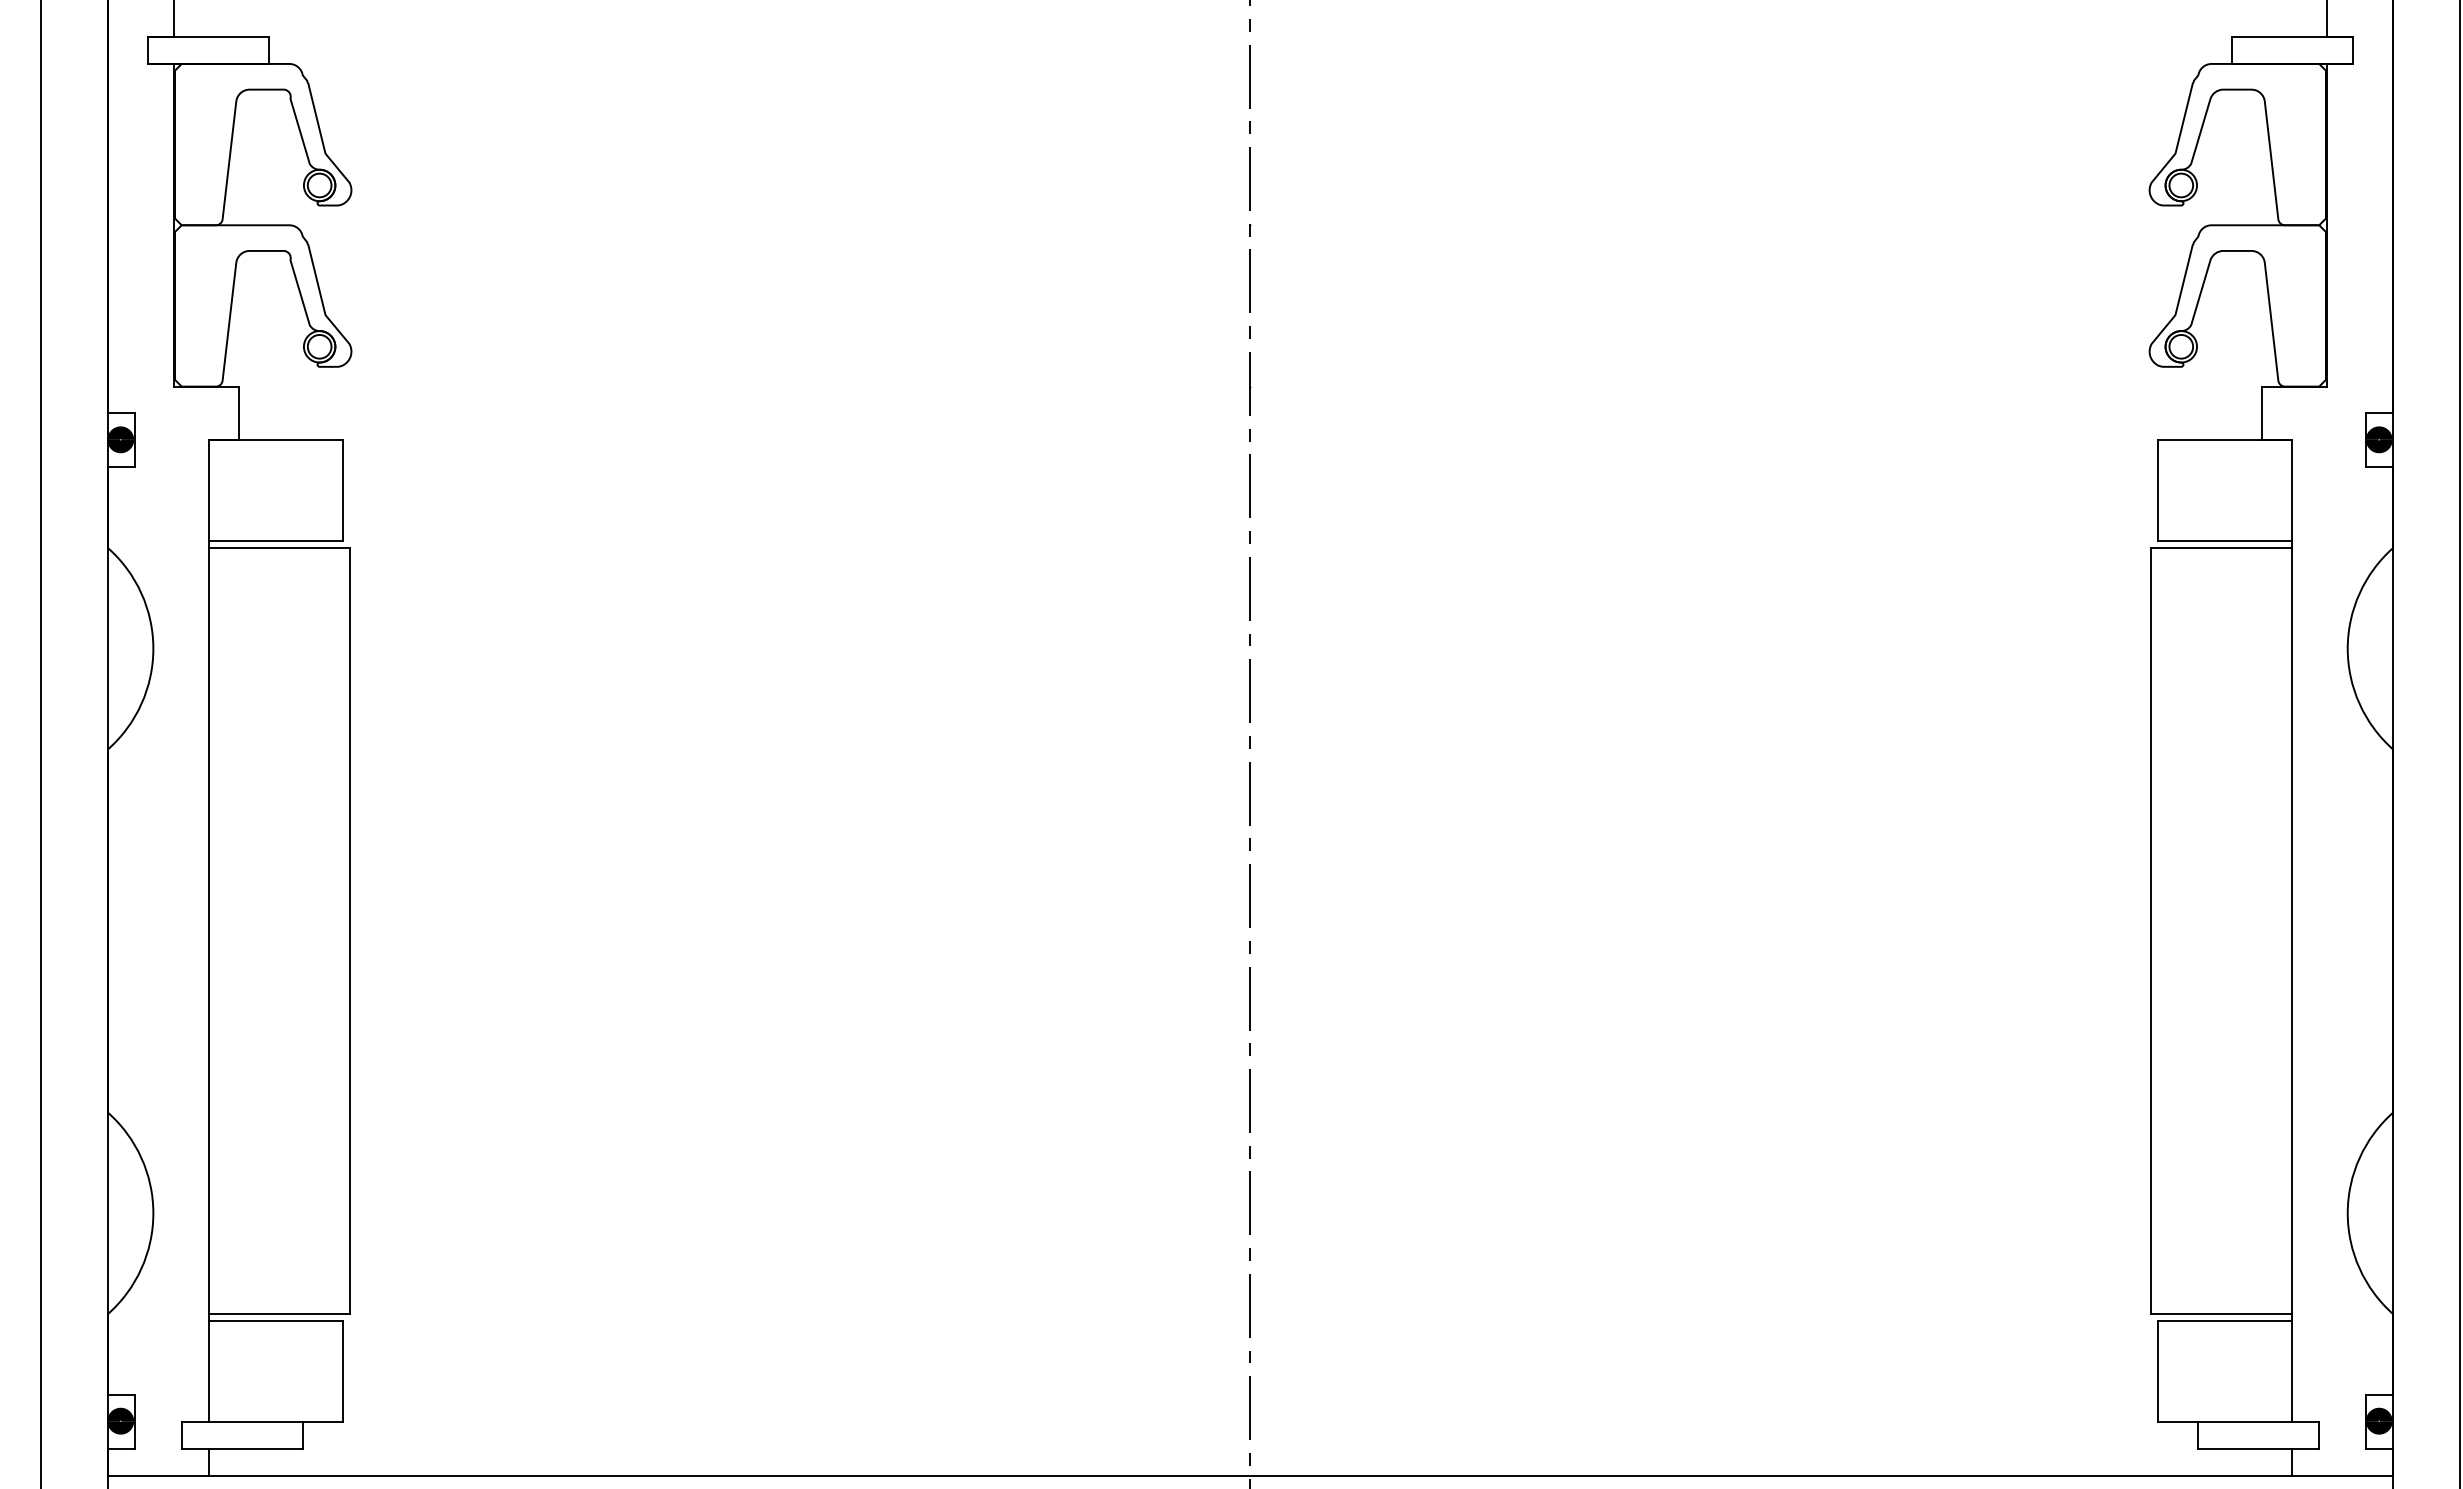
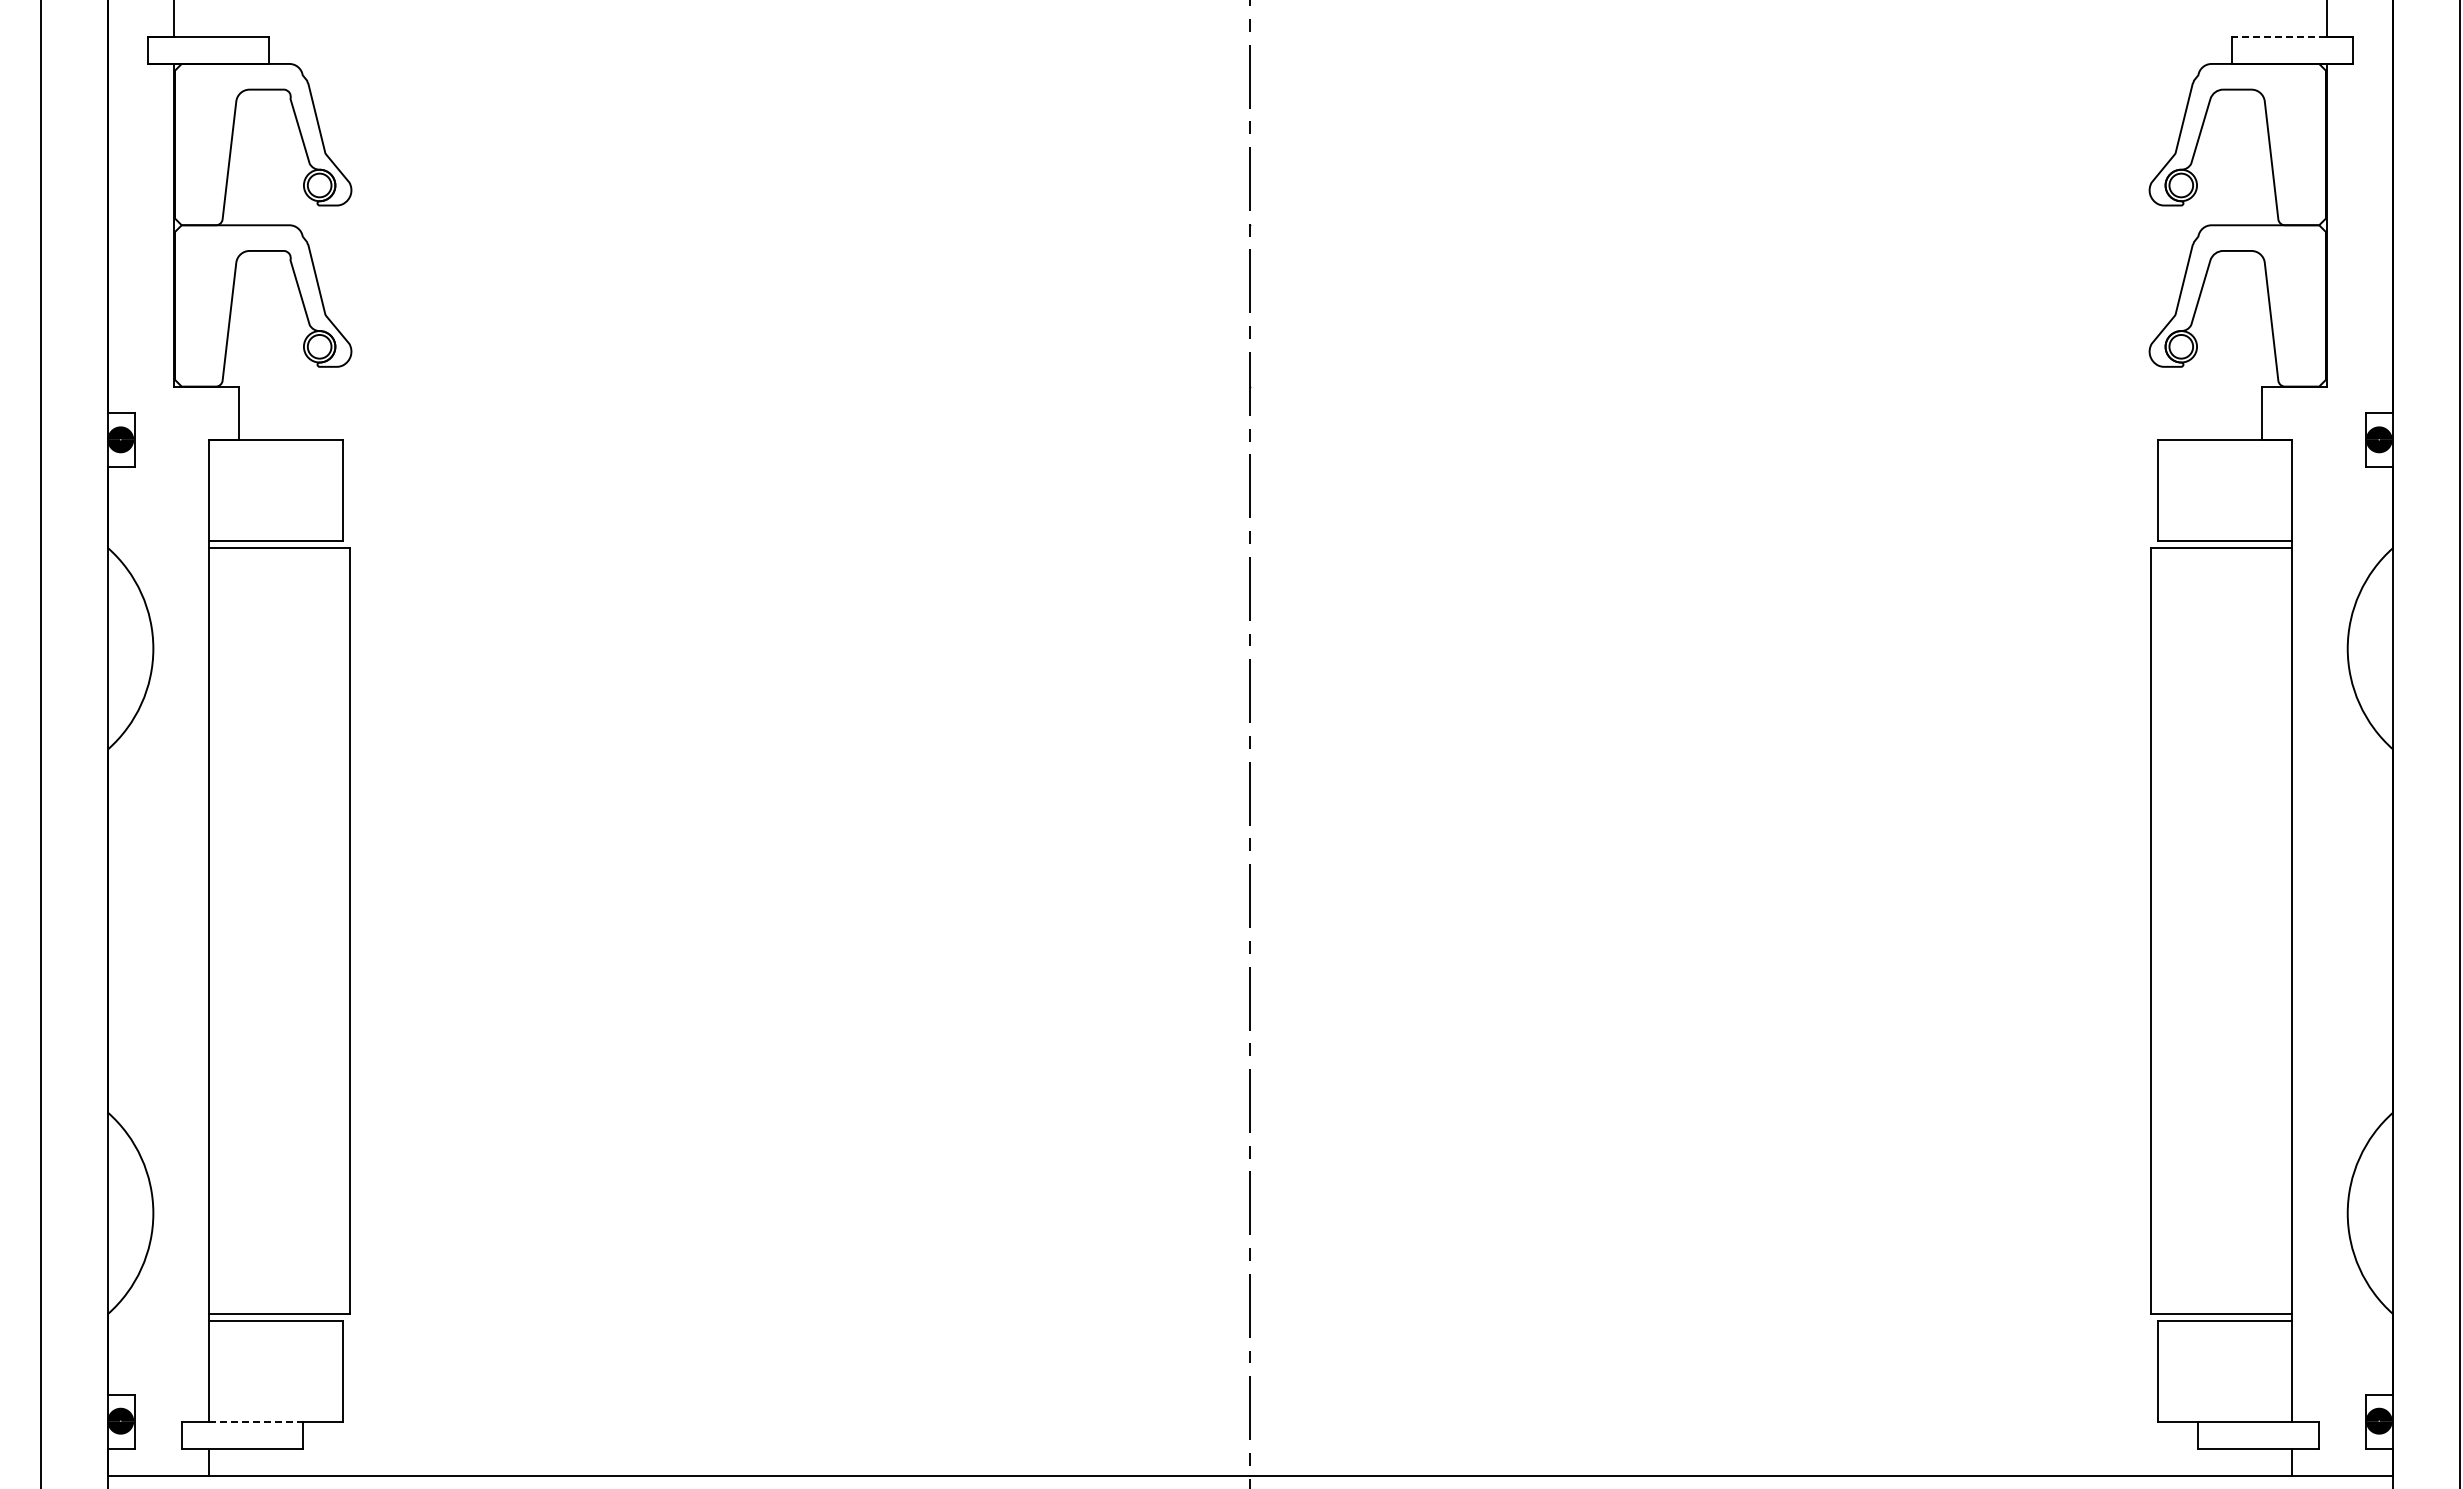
line at (2278, 37): solid -> dashed
line at (256, 1421): solid -> dashed
